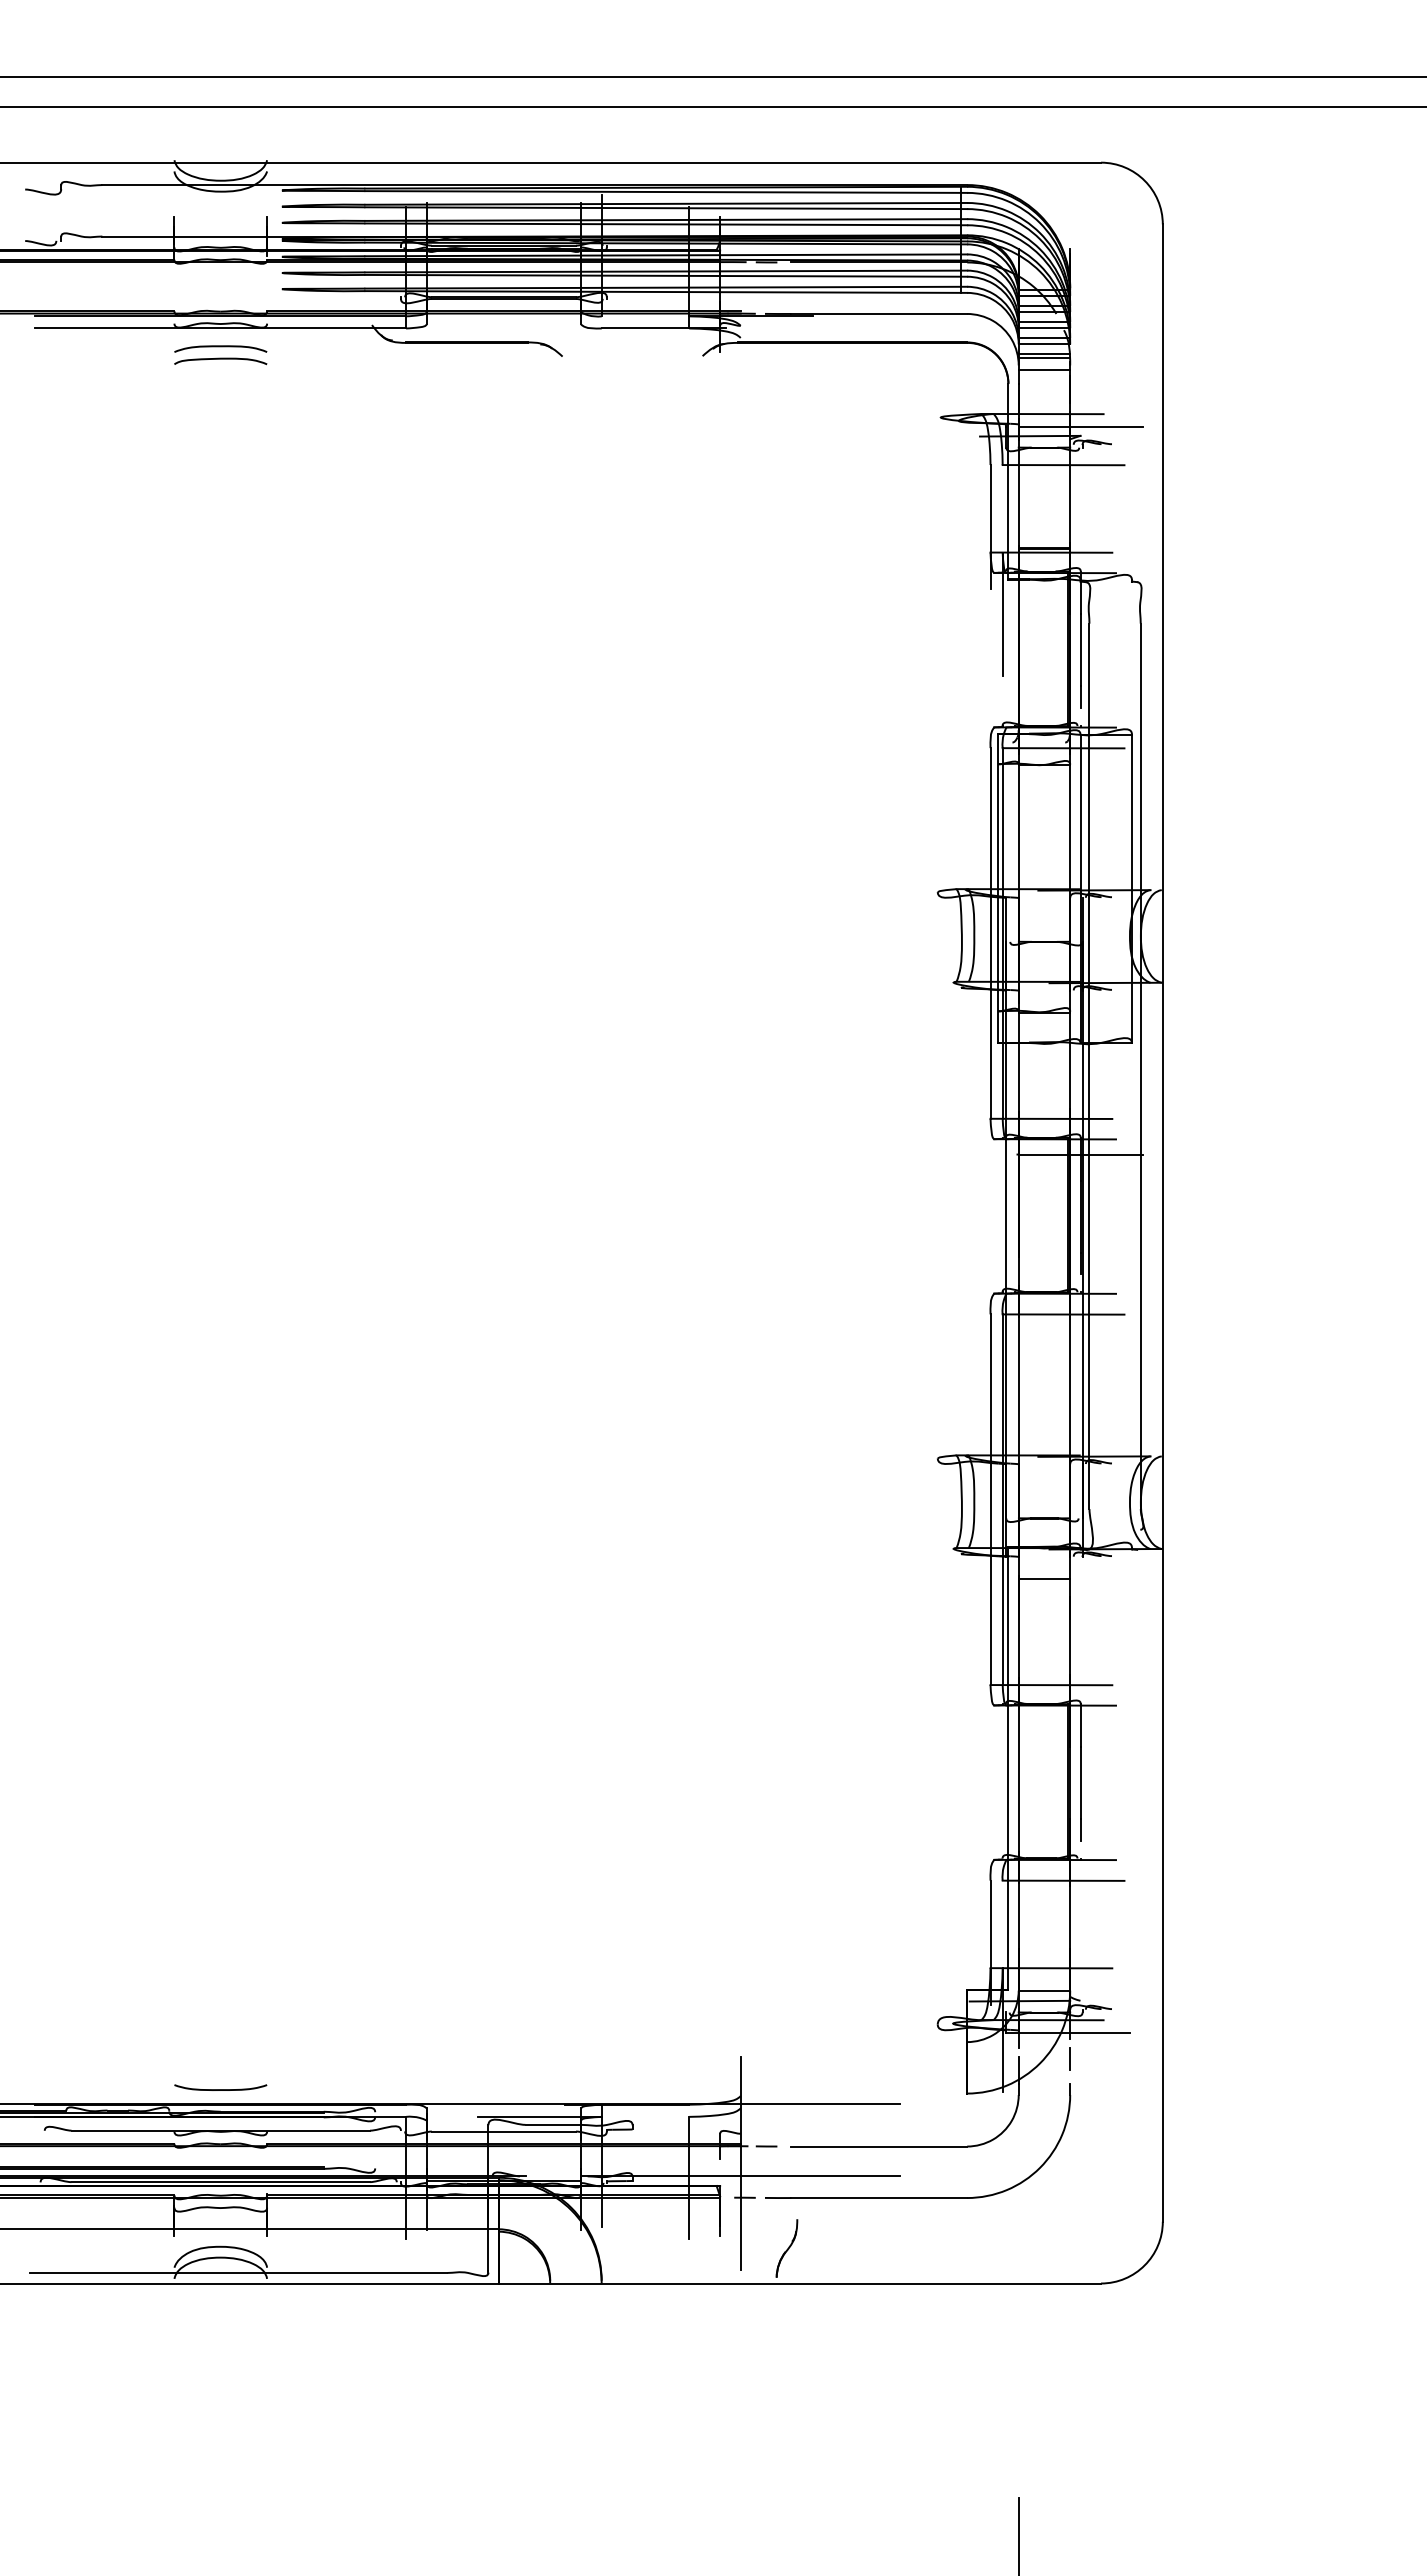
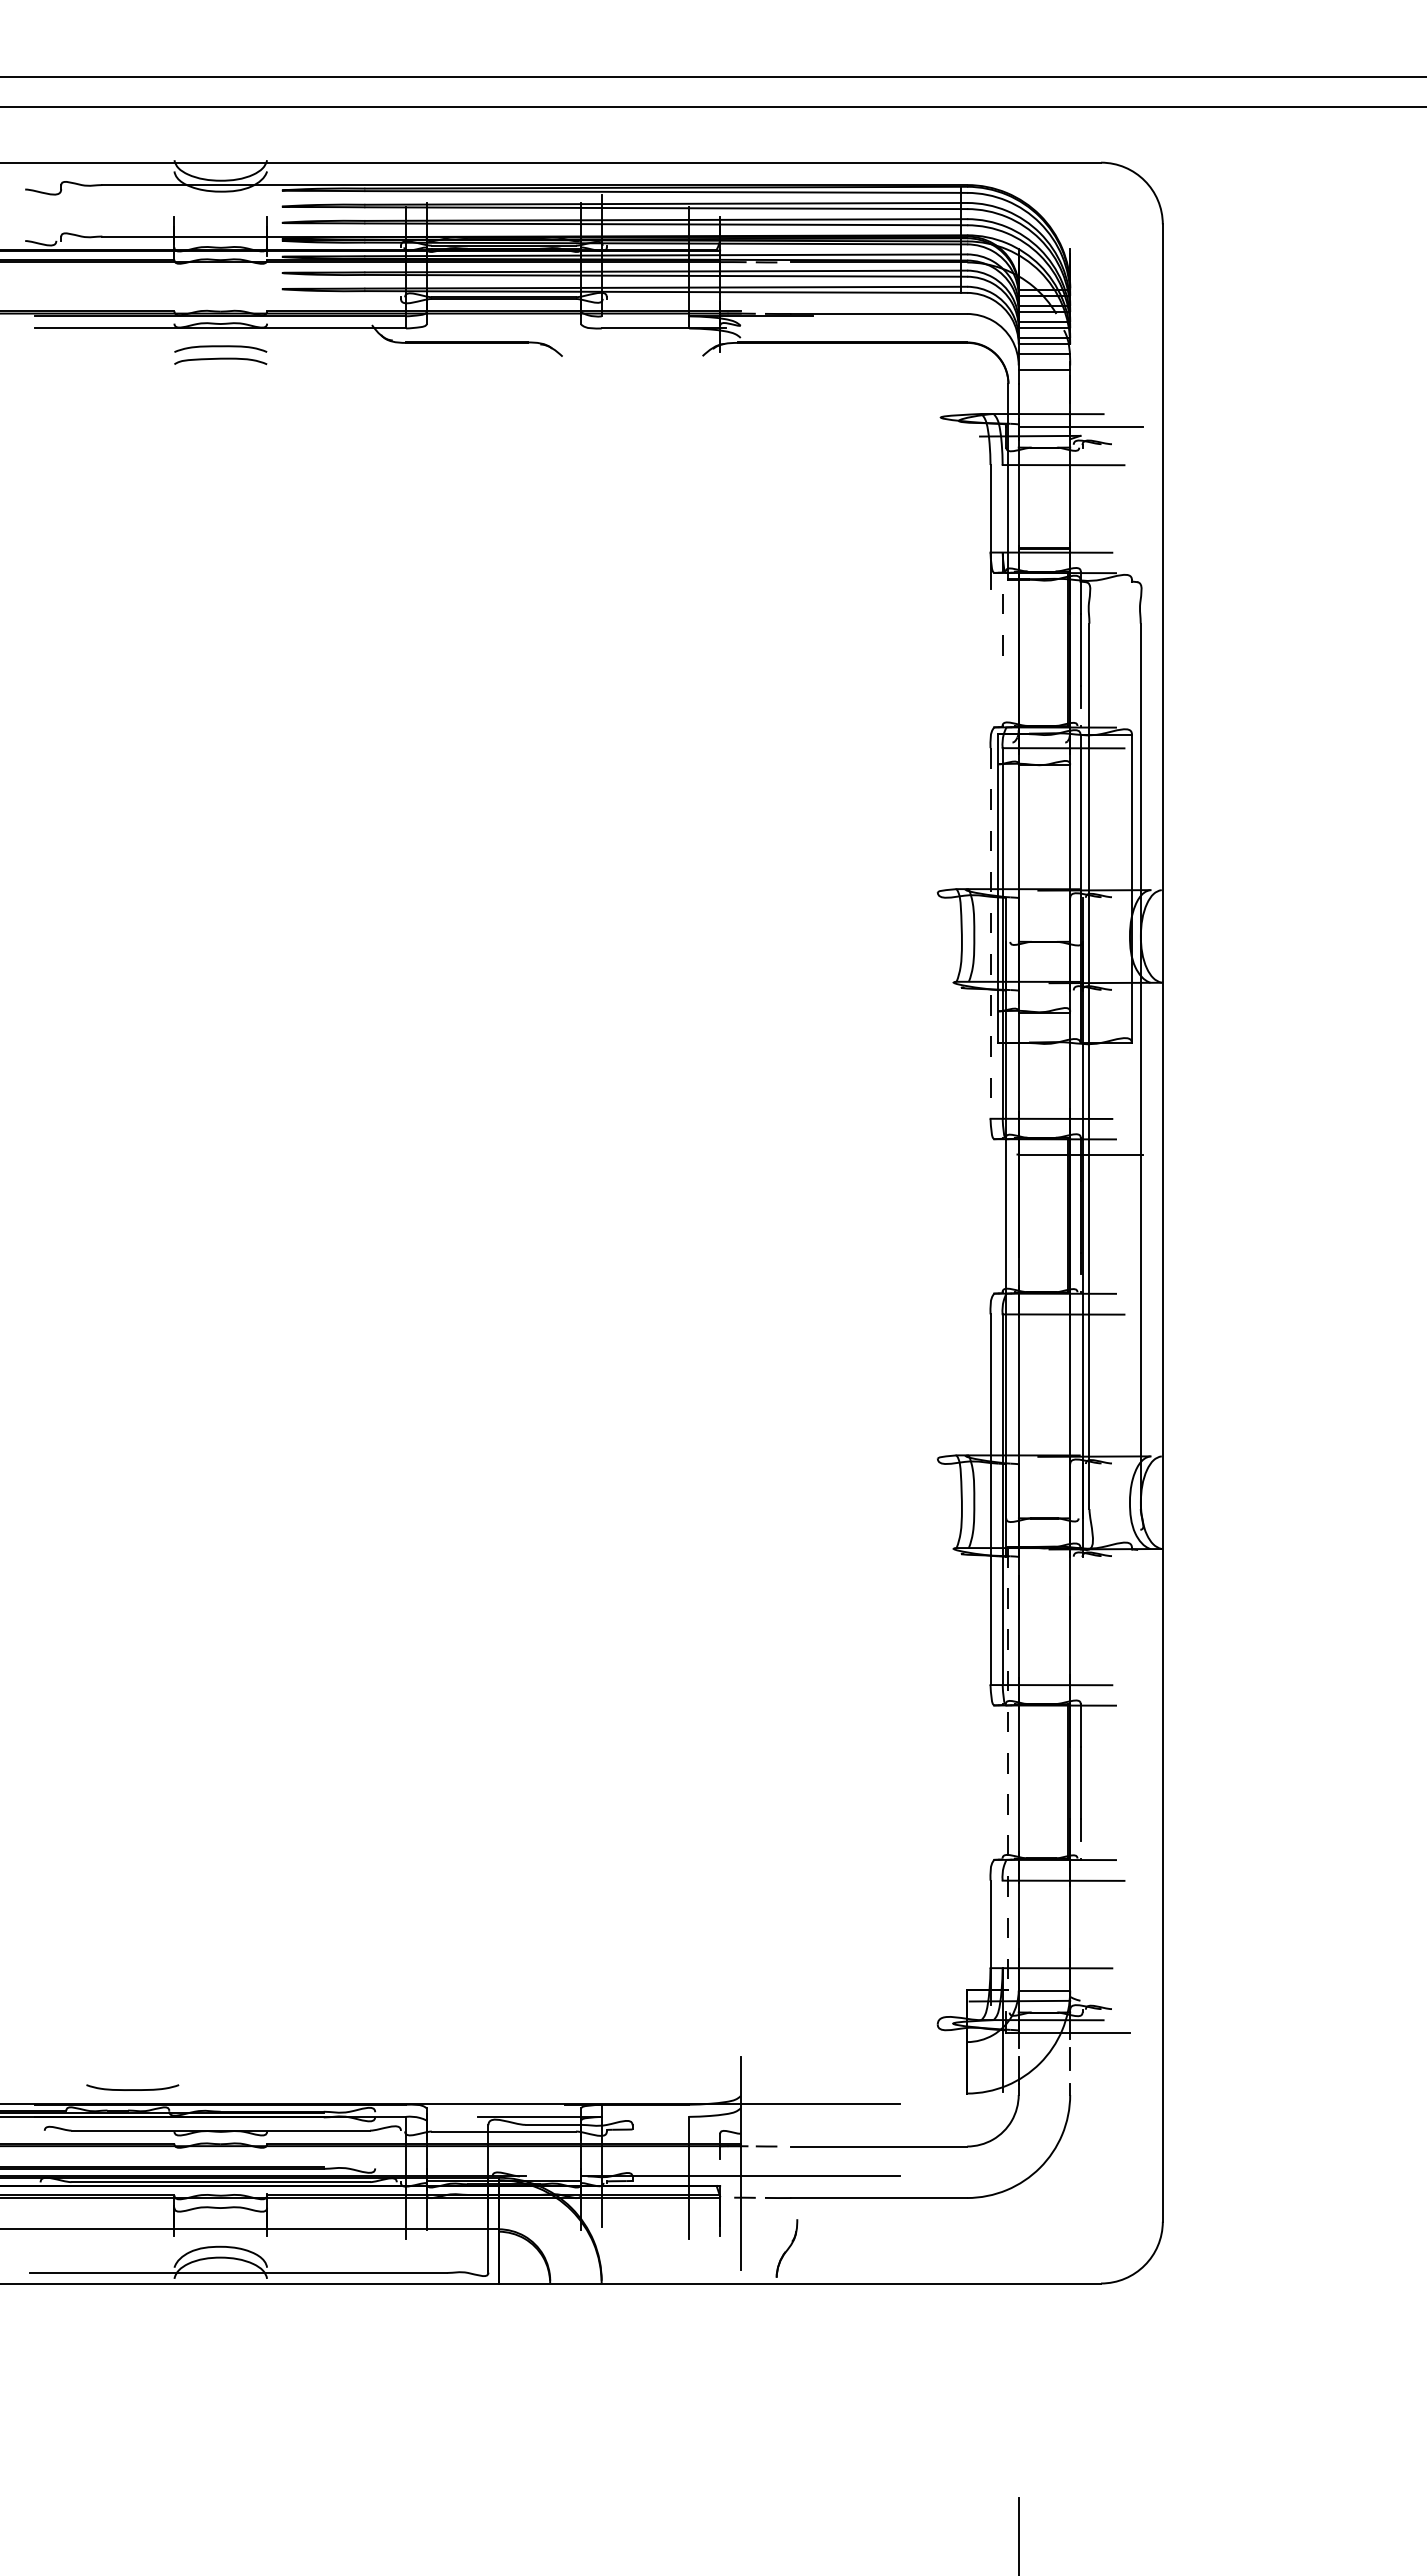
line at (1044, 358): present -> none
line at (1002, 614): solid -> dashed
line at (990, 933): solid -> dashed
line at (1044, 1578): present -> none
line at (1008, 1768): solid -> dashed
curve at (220, 2089) position: (220, 2089) -> (132, 2089)
